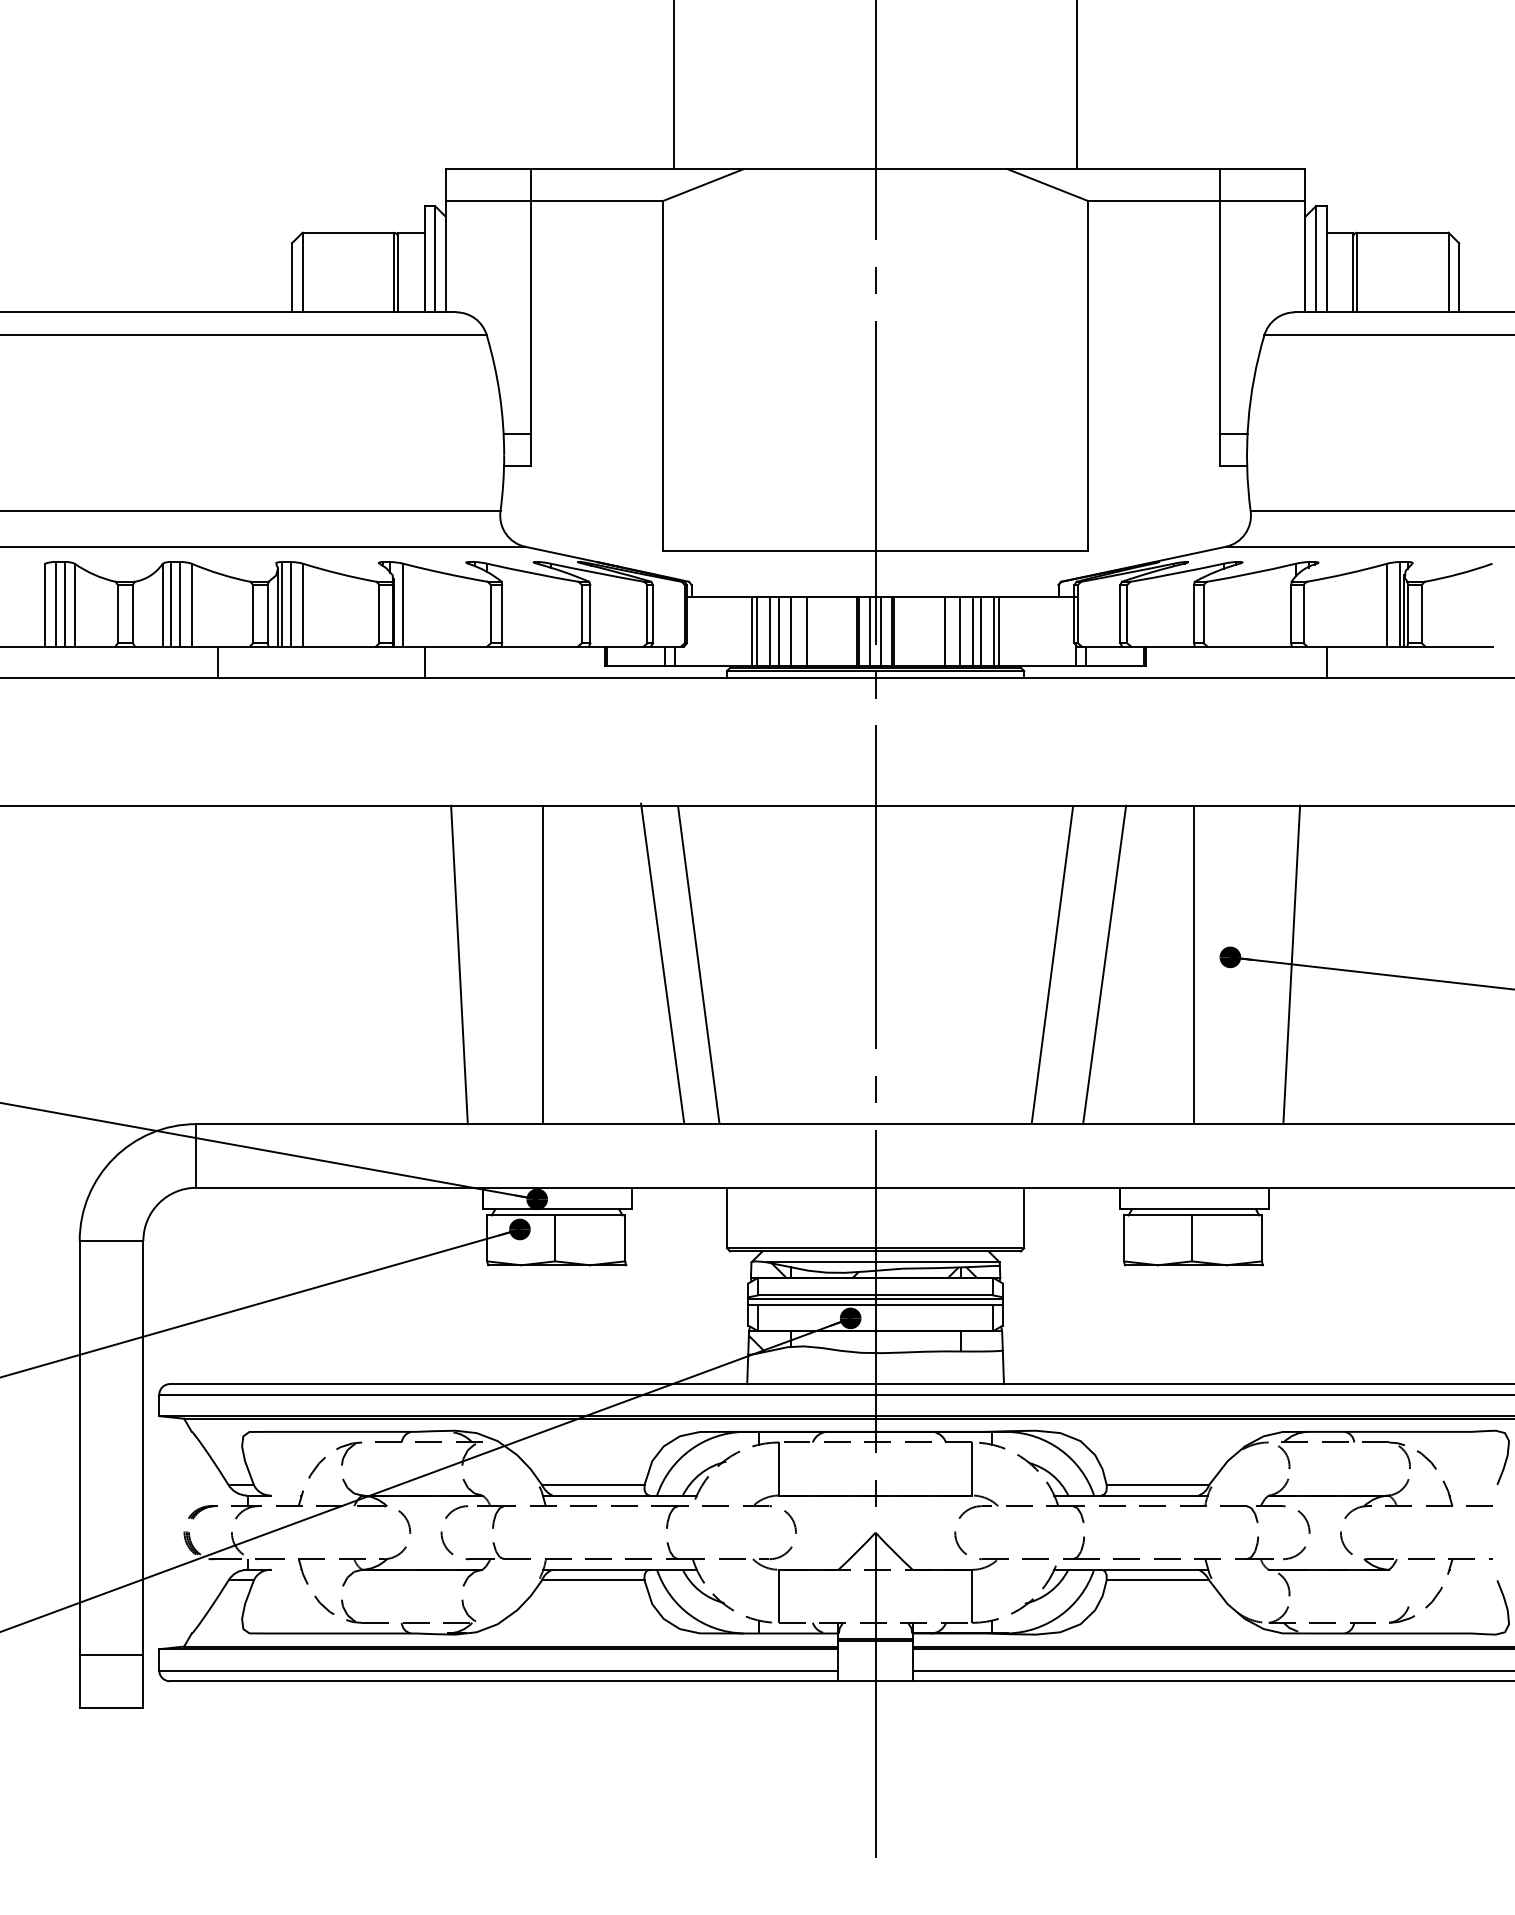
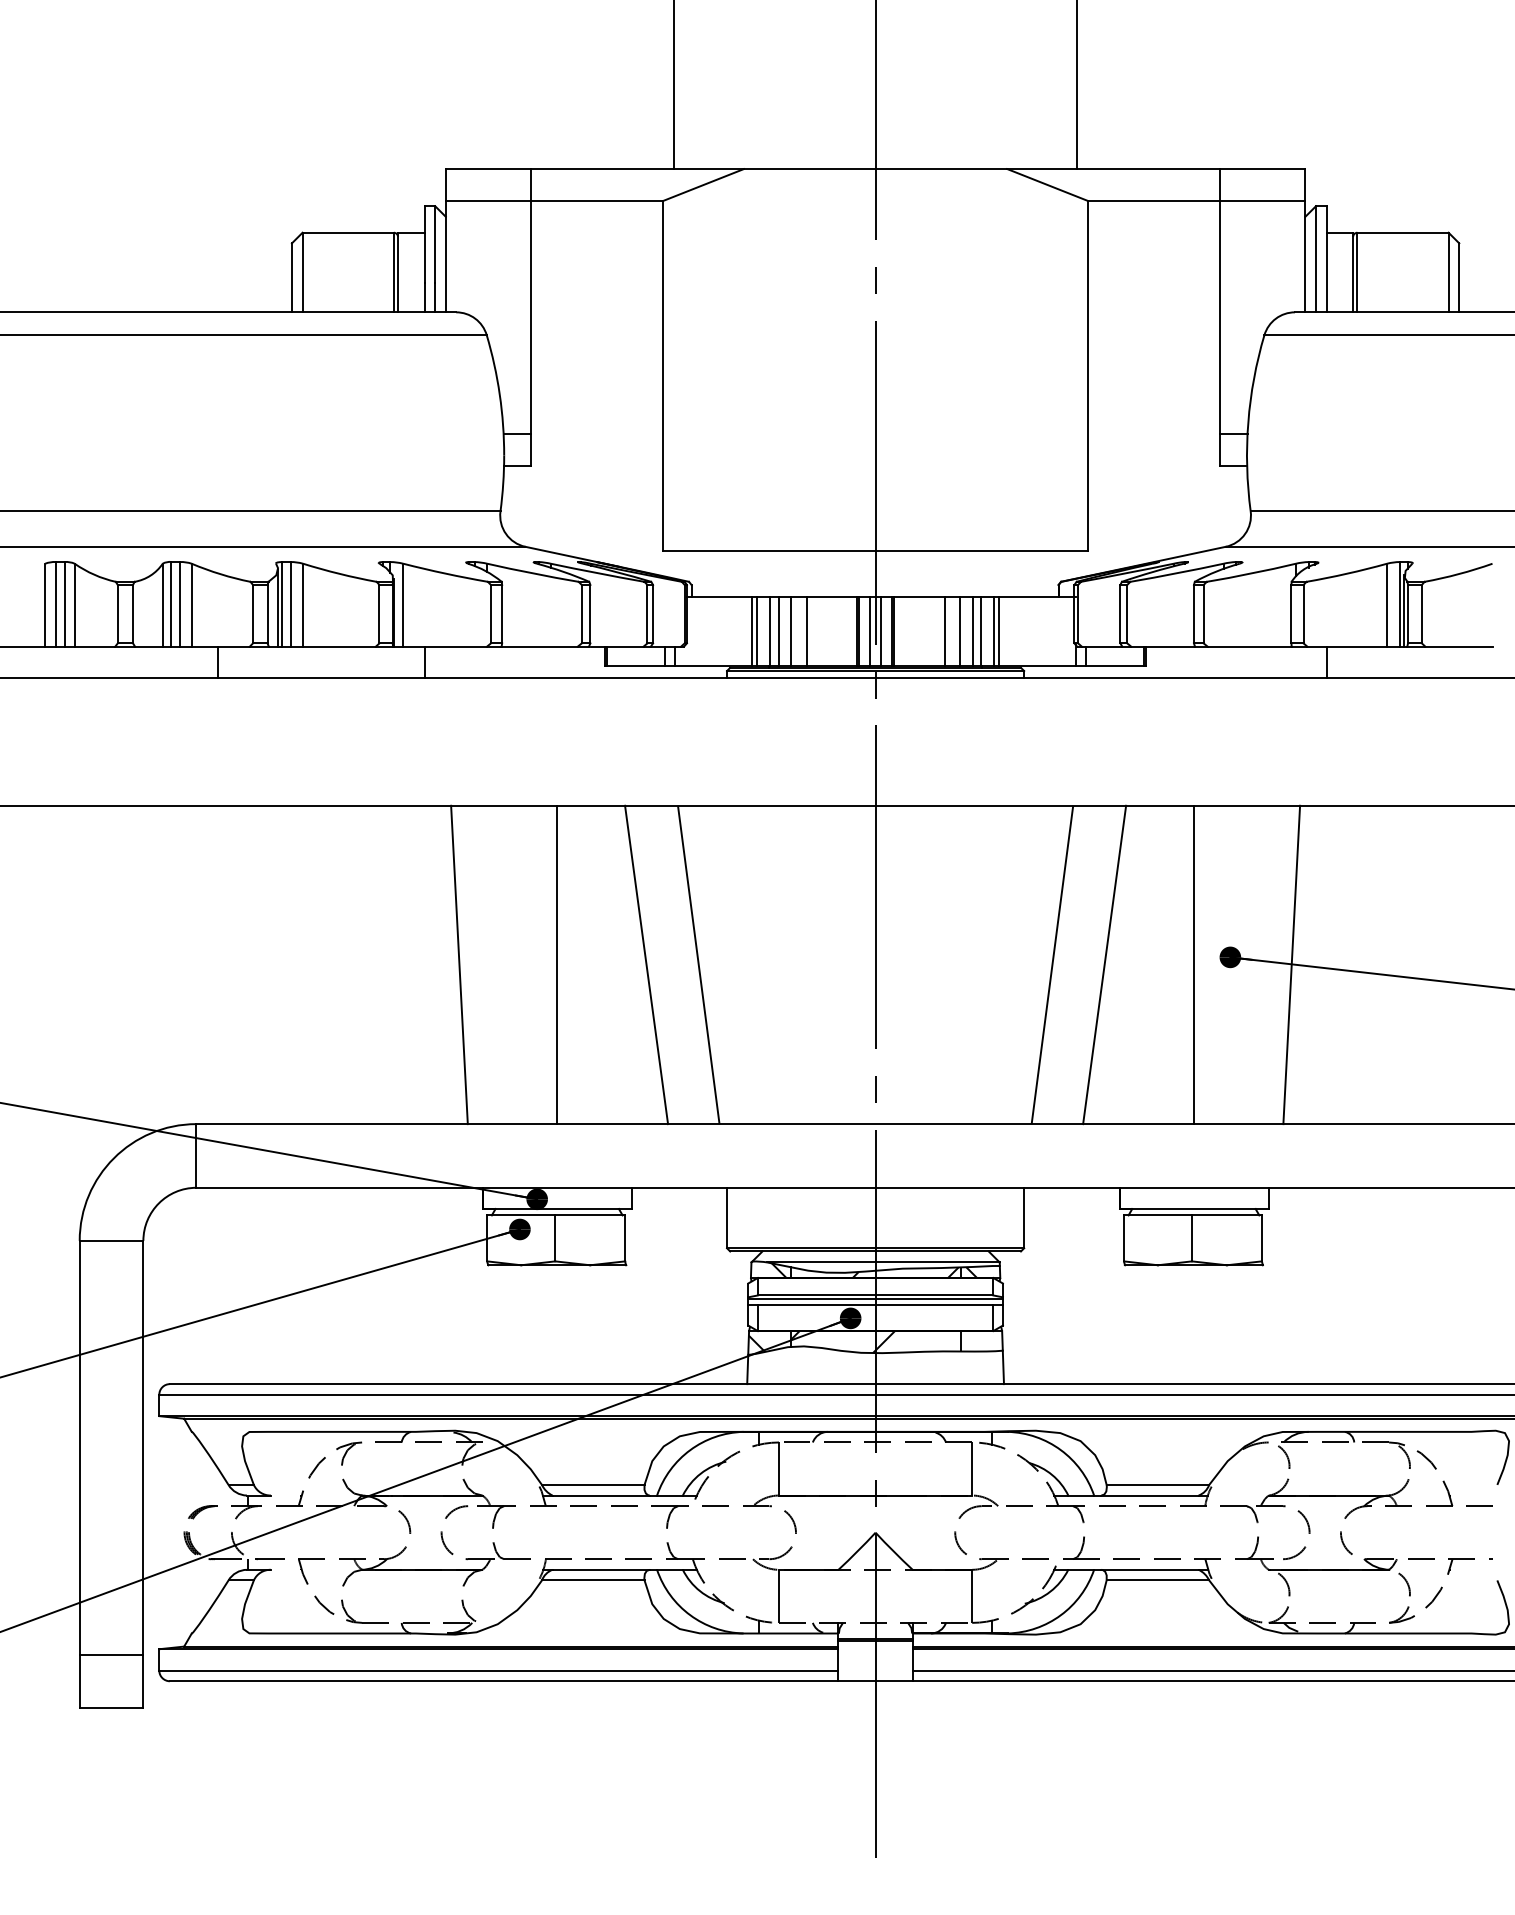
line at (662, 962) position: (662, 962) -> (646, 964)
line at (543, 964) position: (543, 964) -> (557, 964)
hatch at (842, 1342): none -> present
arc at (1406, 1583): none -> present
